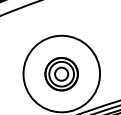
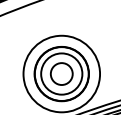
part at (61, 74) size: 35x35 px -> 57x57 px
